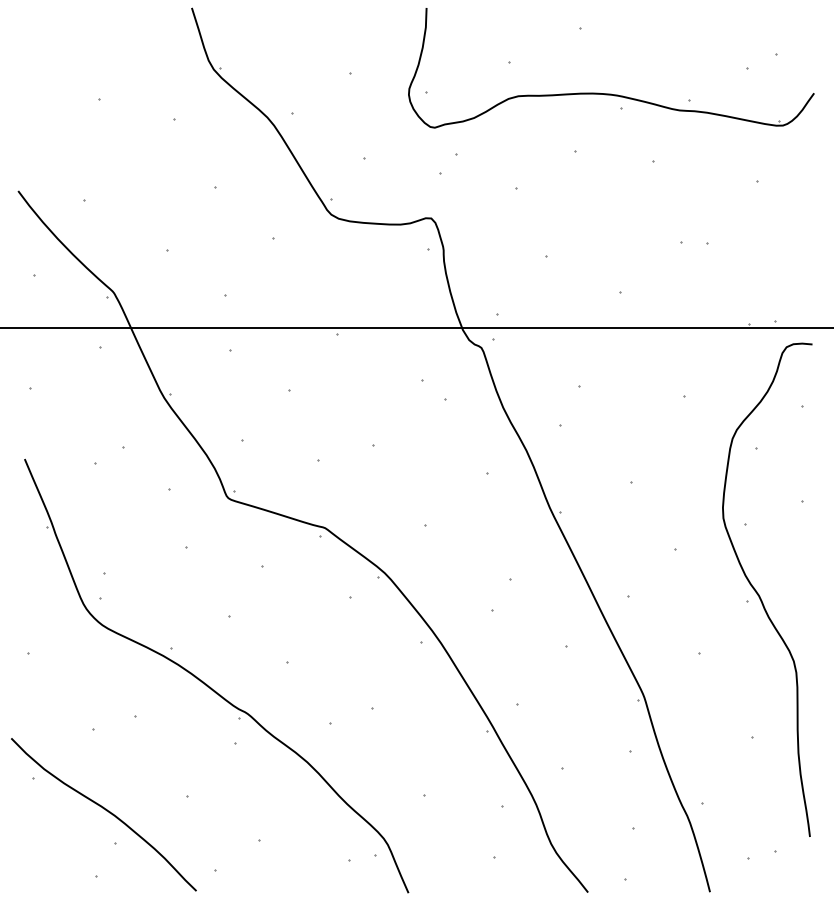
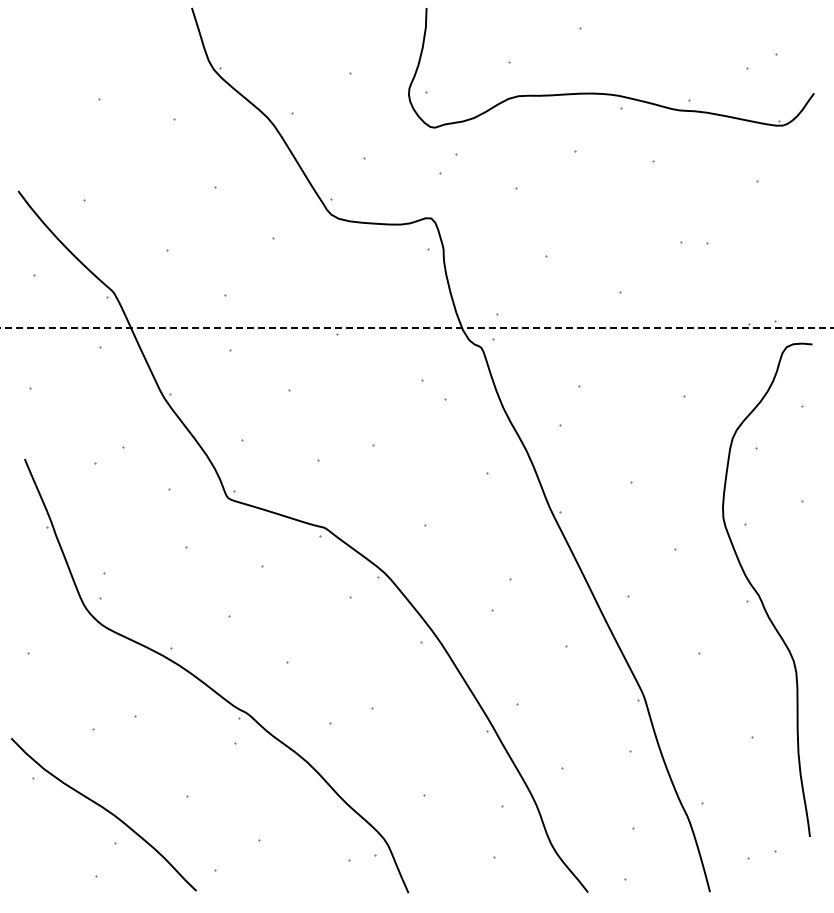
line at (417, 327): solid -> dashed
